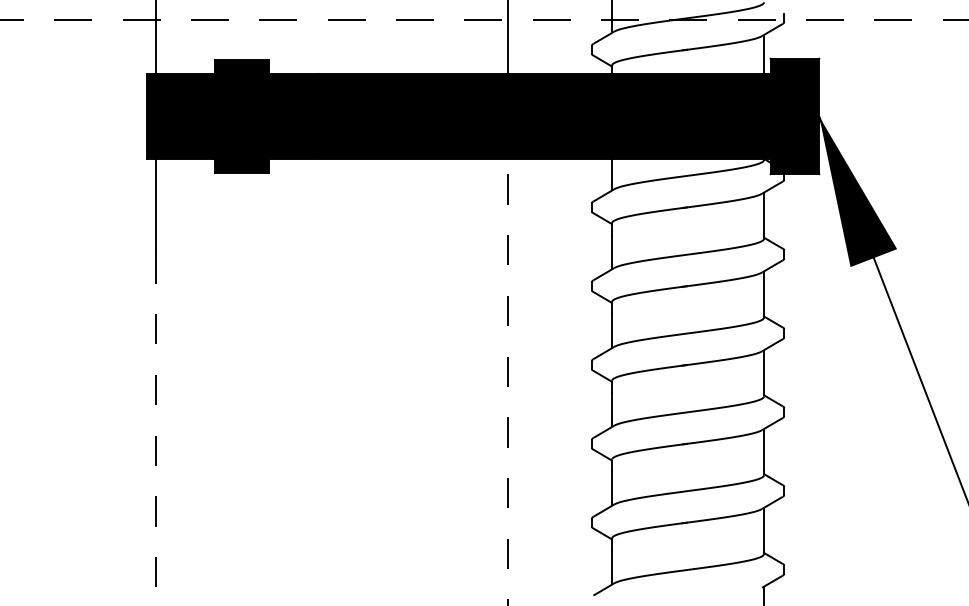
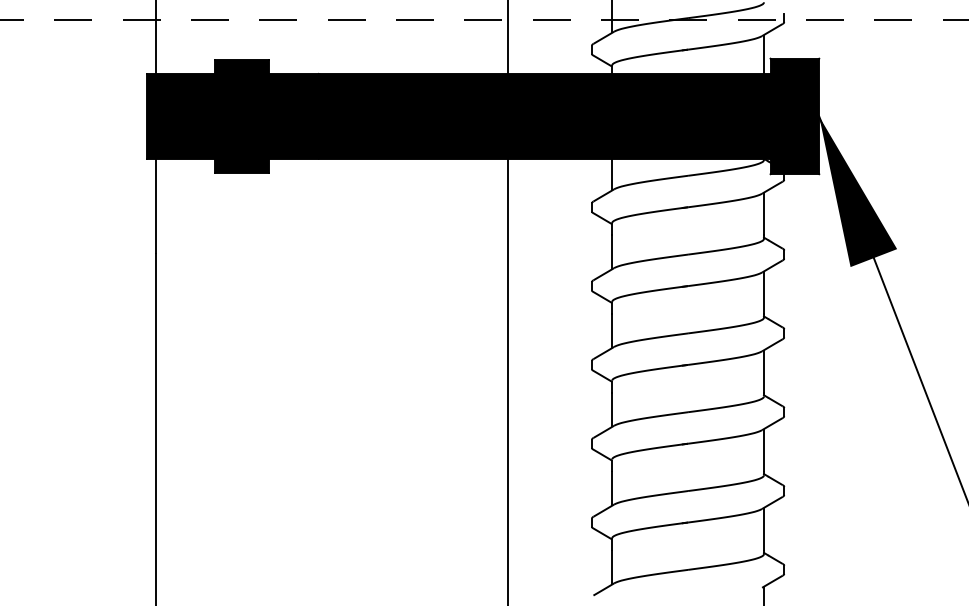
line at (507, 374): dashed -> solid
line at (155, 430): dashed -> solid
